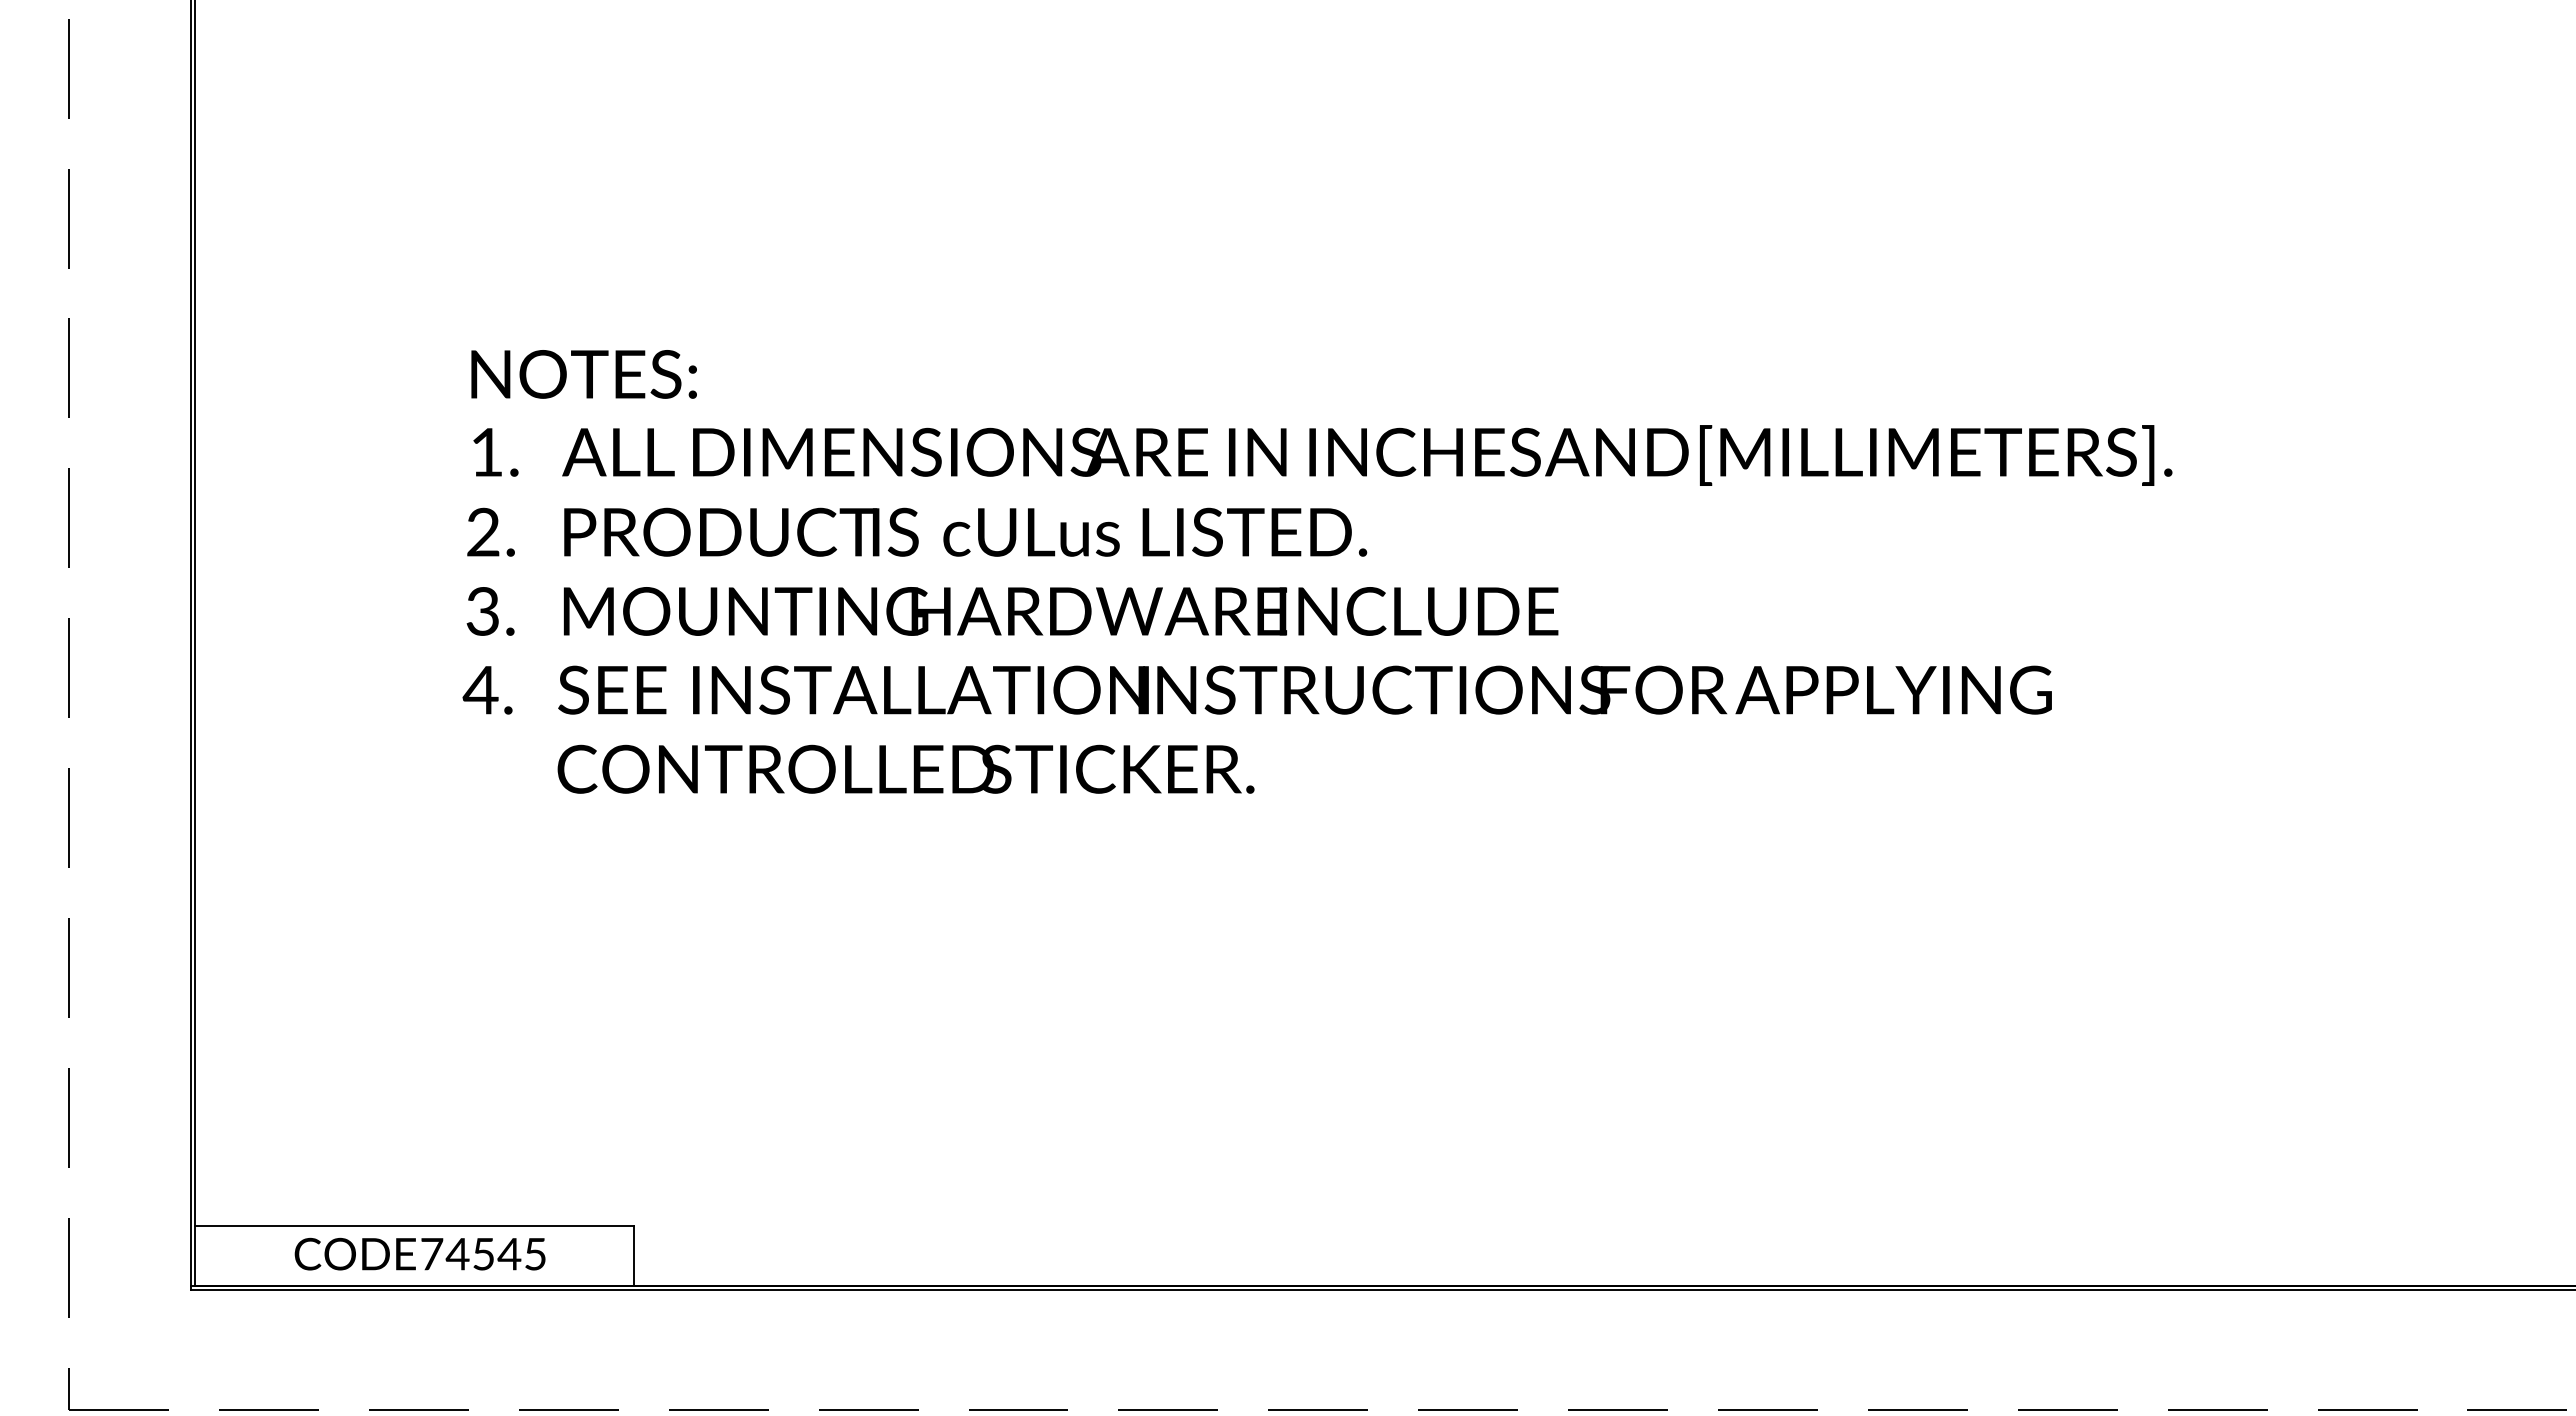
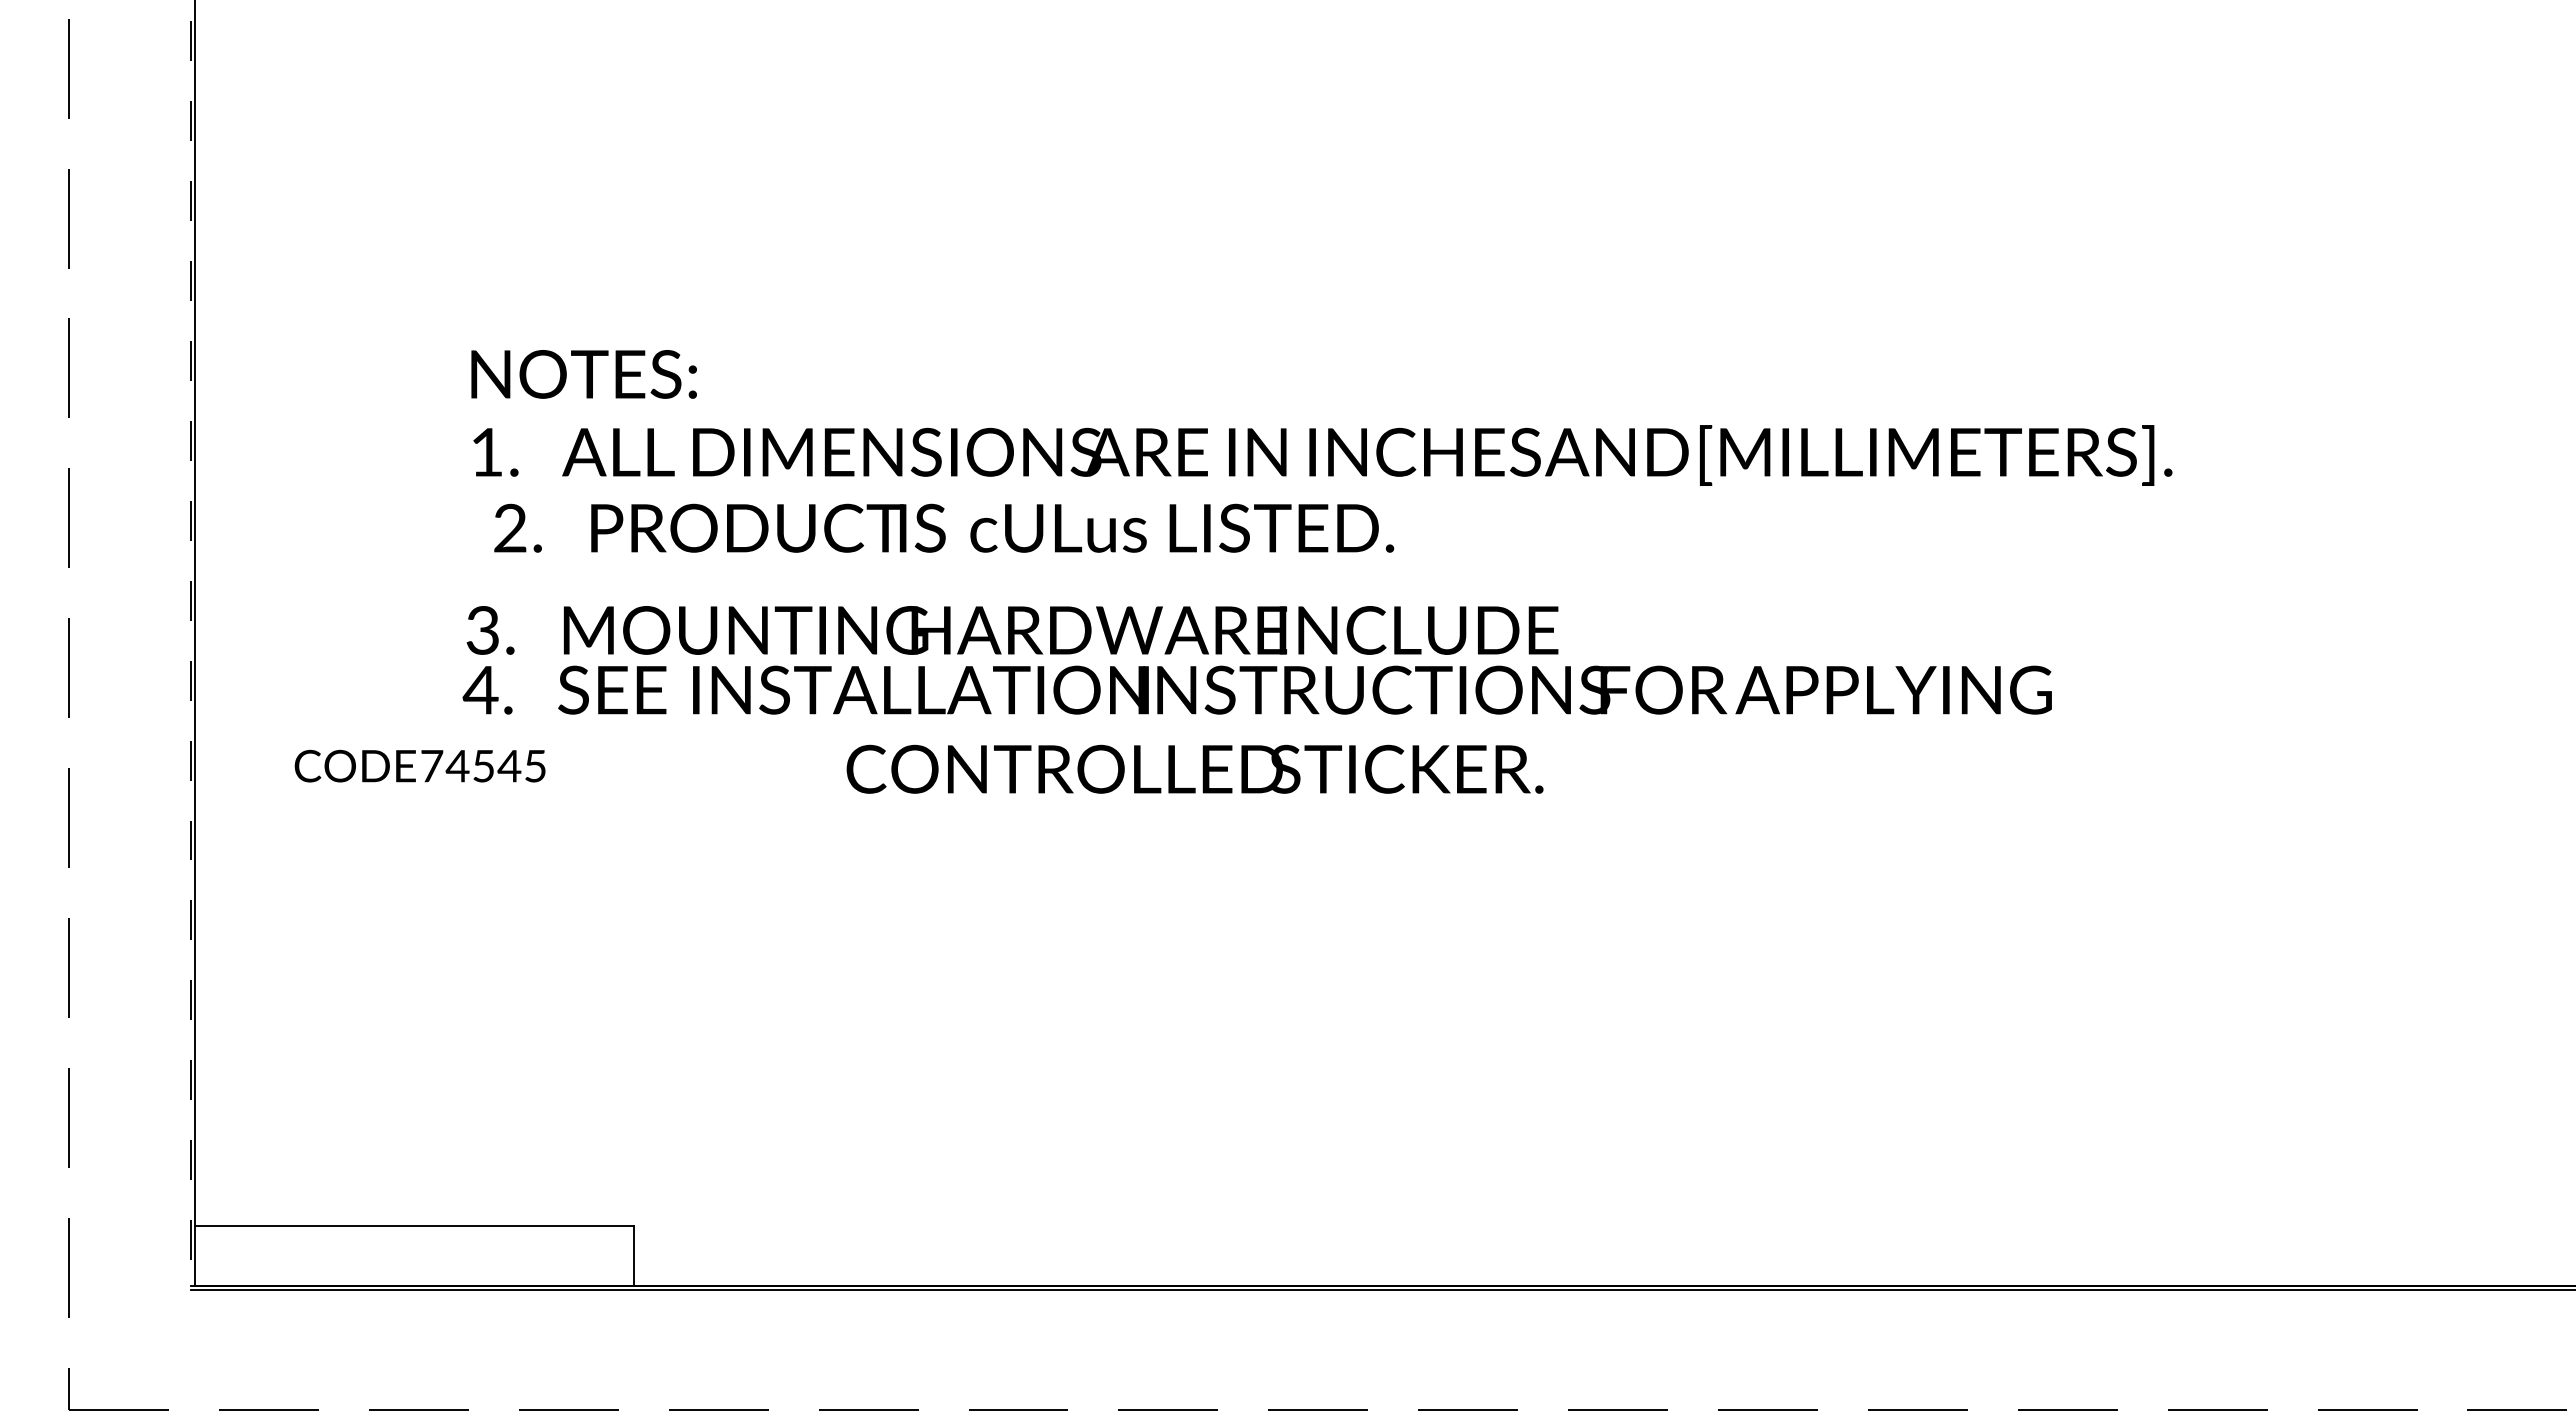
text at (917, 531) position: (917, 531) -> (944, 527)
text at (1012, 611) position: (1012, 611) -> (1012, 630)
line at (190, 645): solid -> dashed
text at (905, 768) position: (905, 768) -> (1194, 768)
text at (419, 1253) position: (419, 1253) -> (419, 765)
